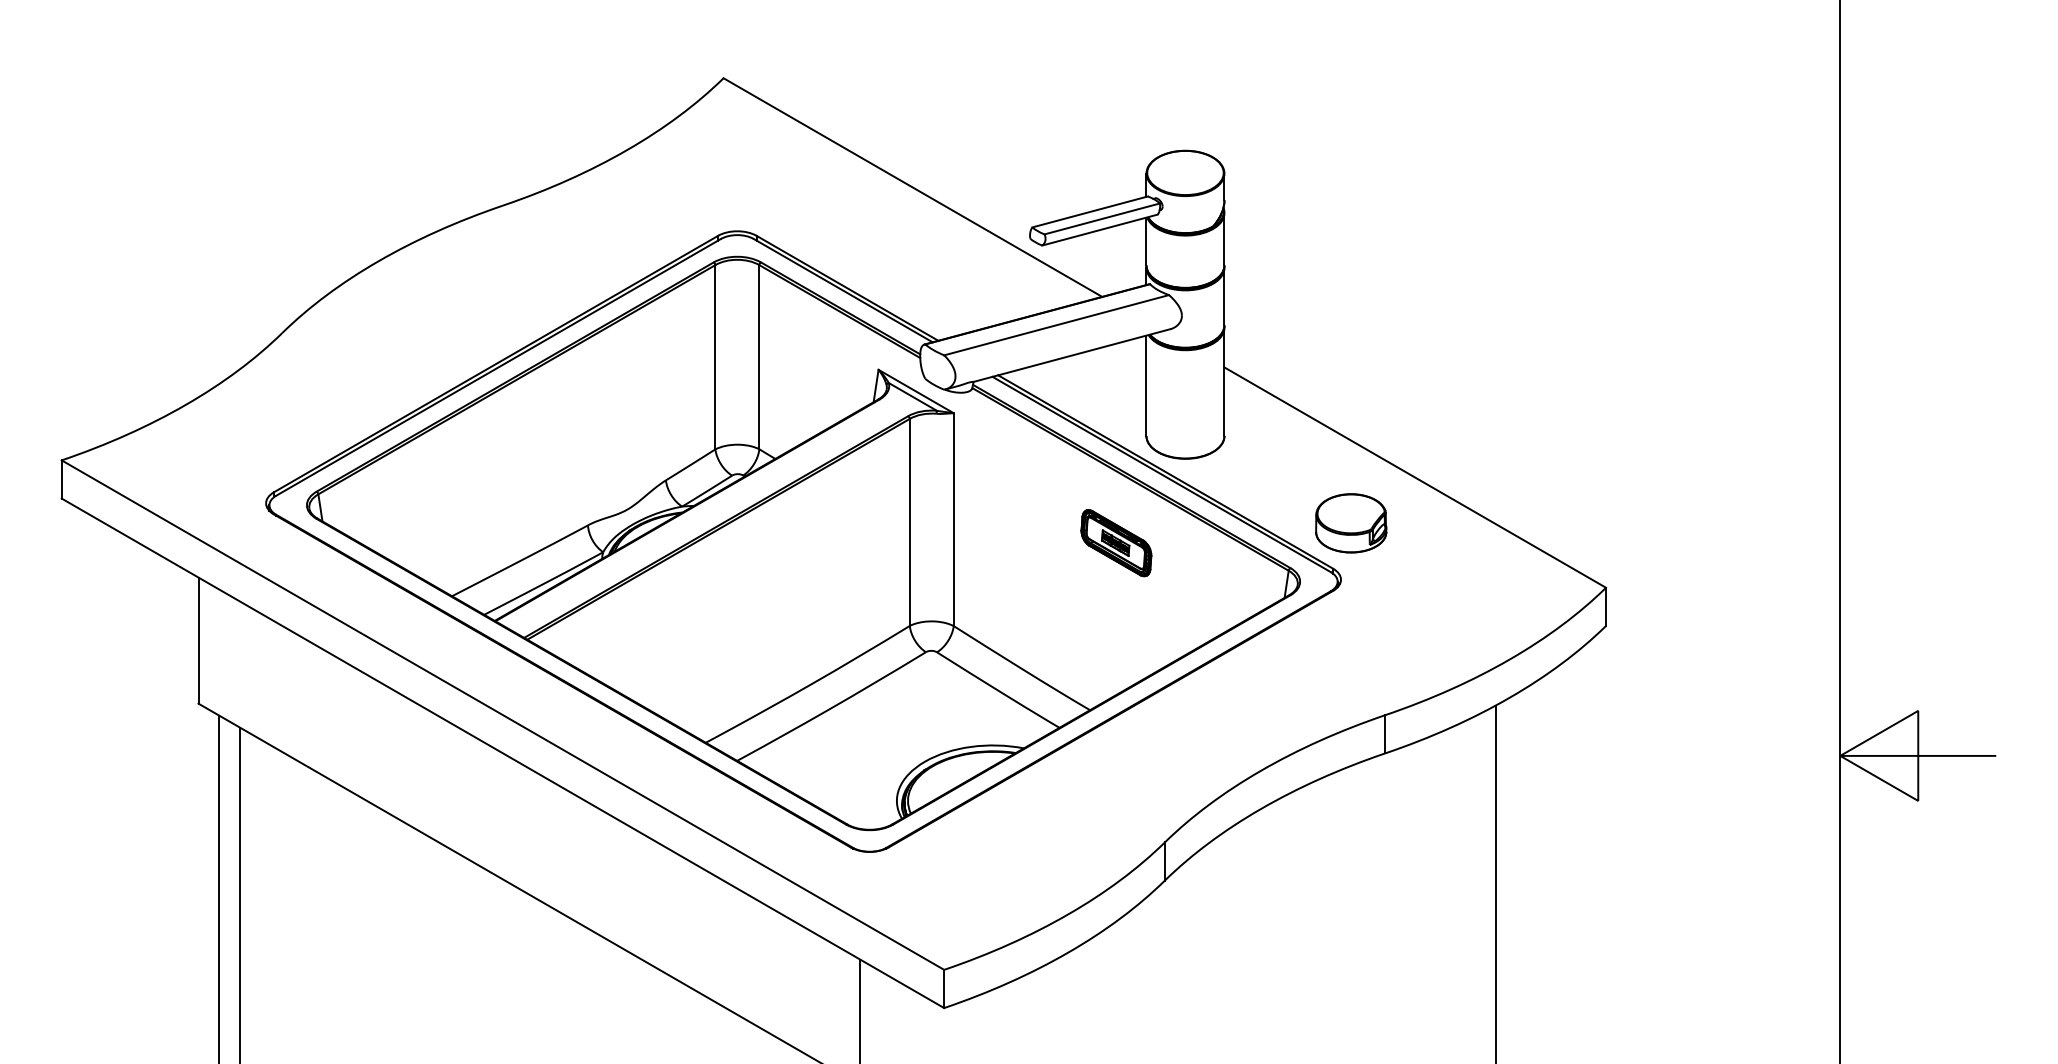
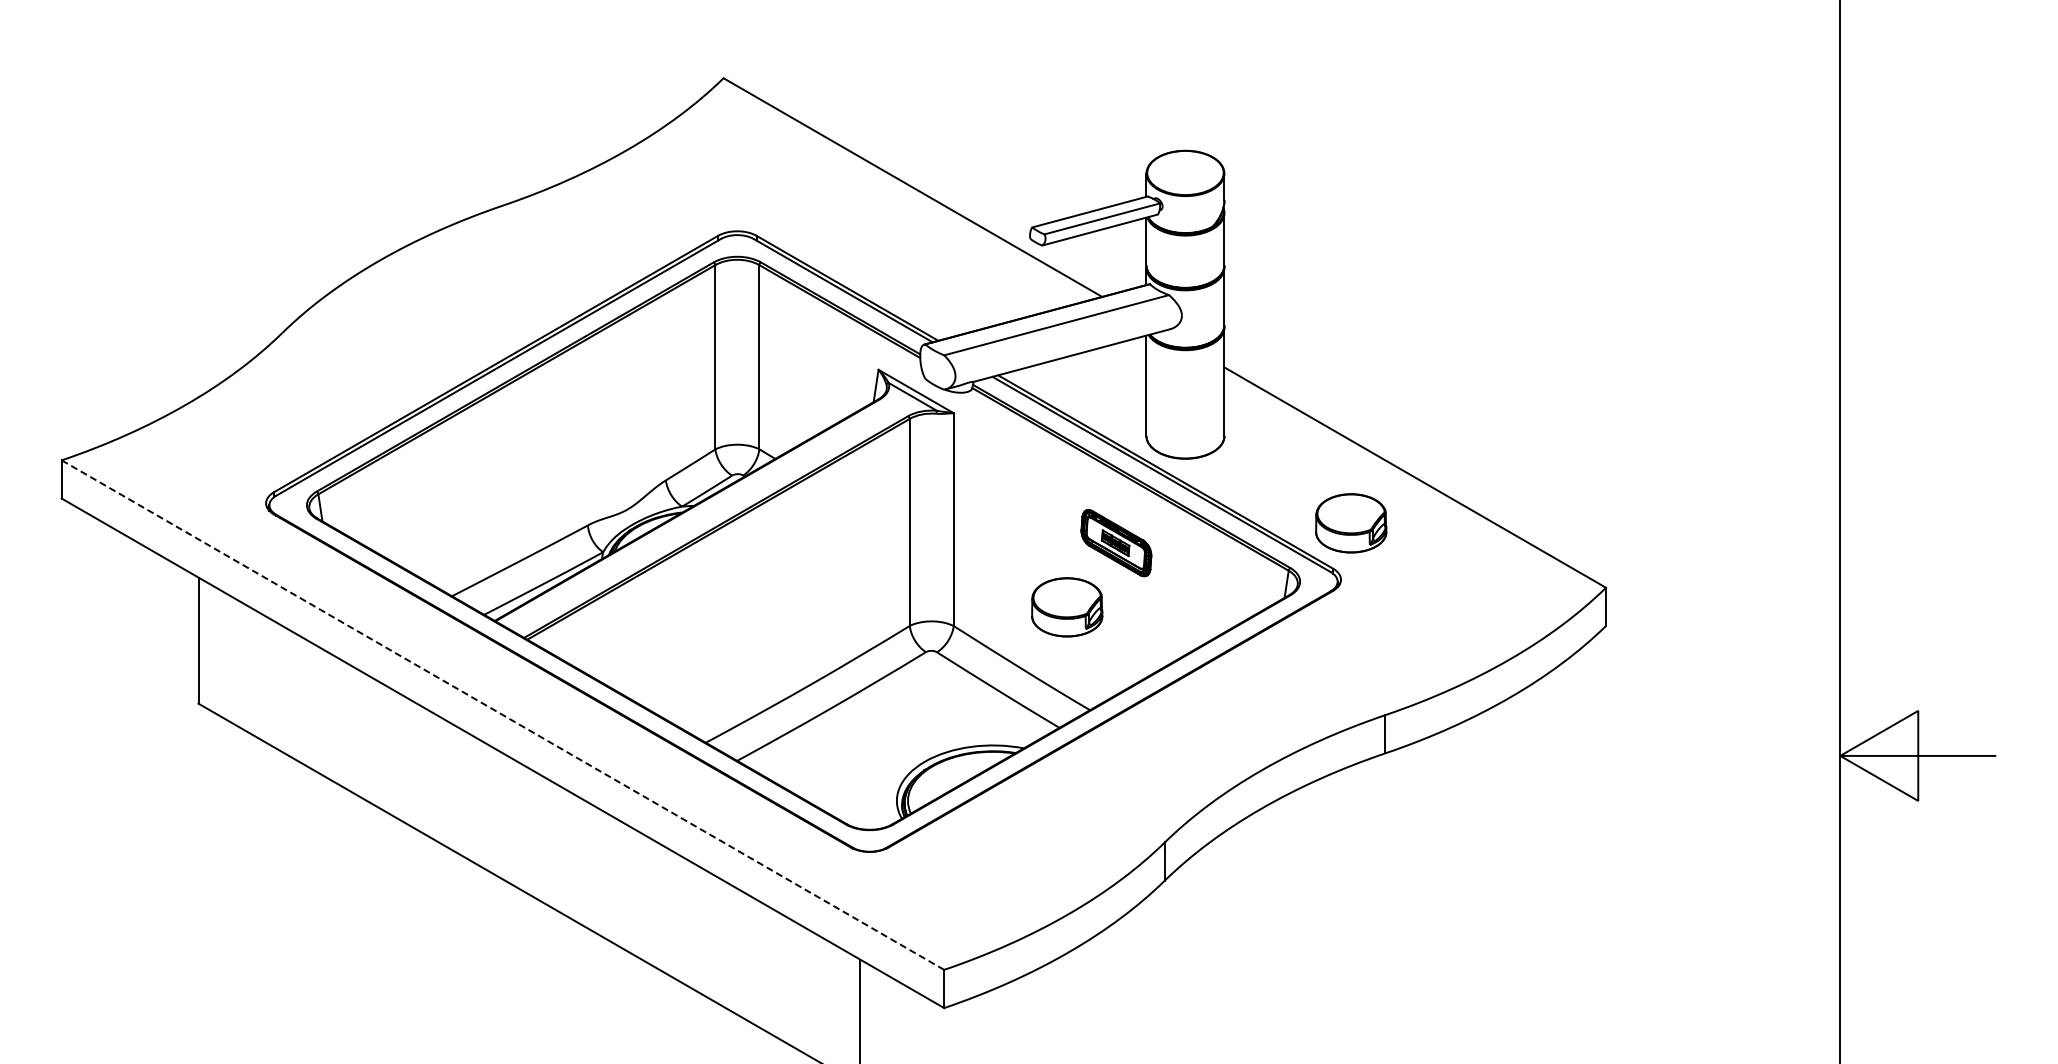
part at (1067, 607): none -> present
line at (503, 715): solid -> dashed
line at (1495, 882): present -> none
line at (219, 887): present -> none
line at (240, 893): present -> none
